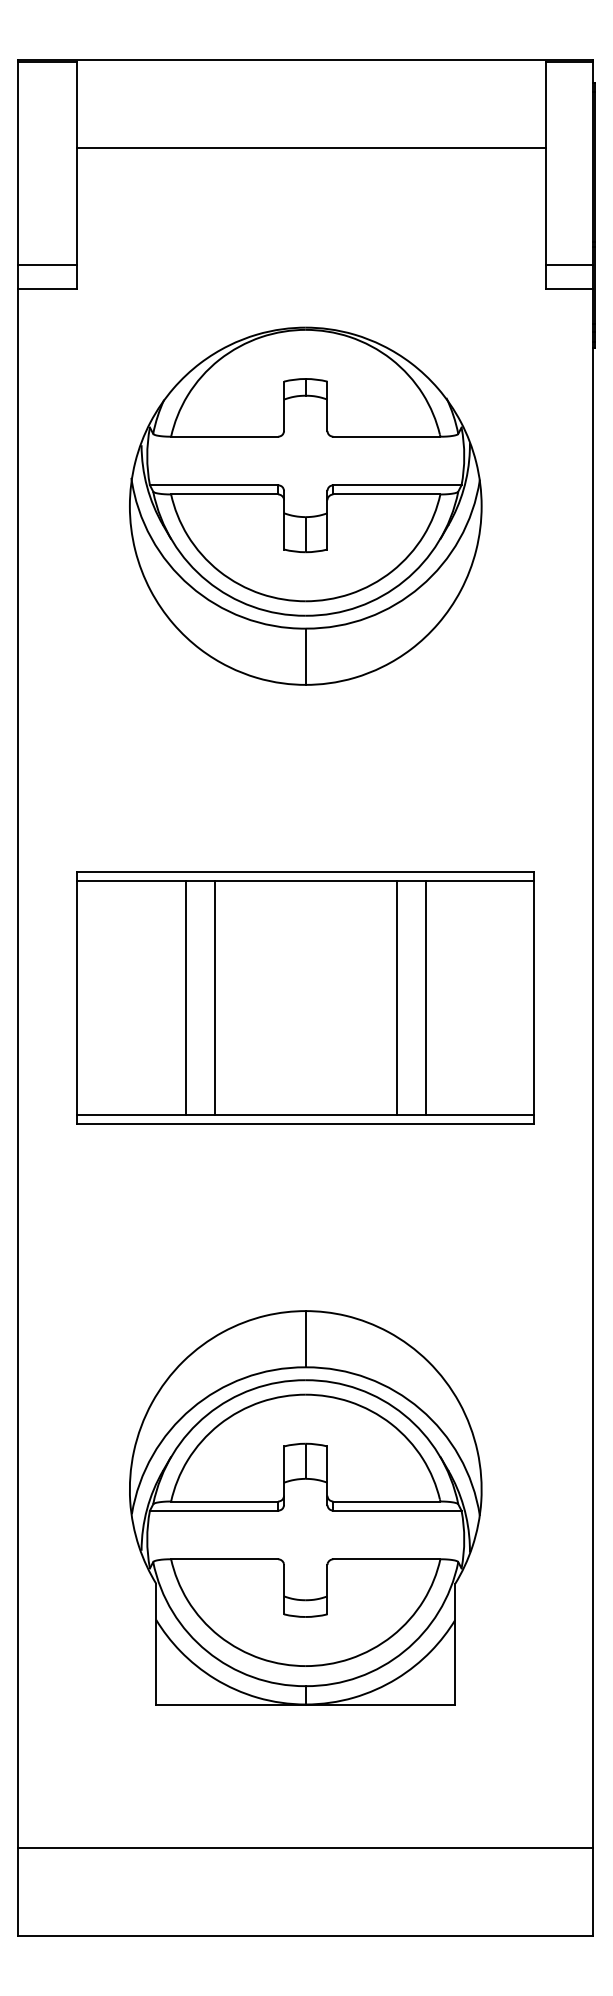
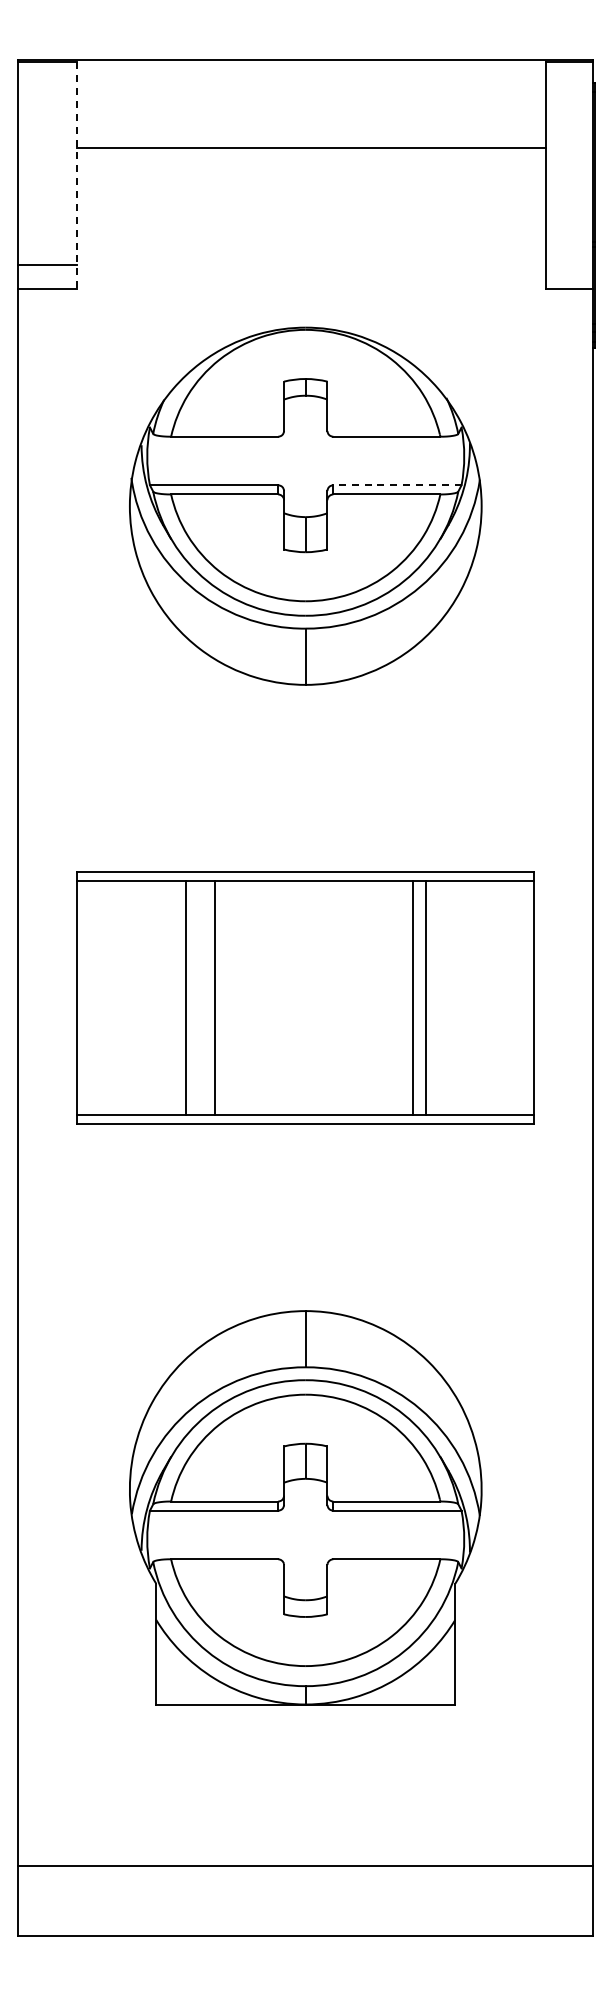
line at (77, 176): solid -> dashed
line at (569, 265): present -> none
line at (396, 485): solid -> dashed
line at (396, 997) position: (396, 997) -> (412, 997)
line at (305, 1848) position: (305, 1848) -> (305, 1866)
